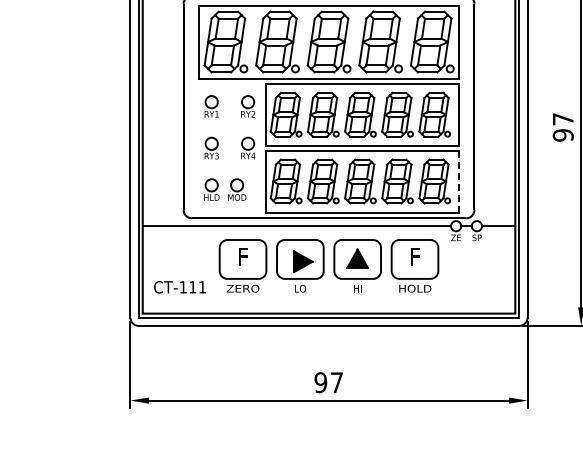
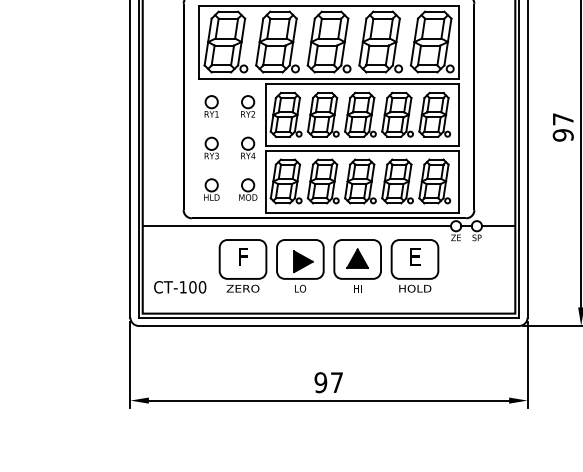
line at (458, 181): dashed -> solid
part at (237, 189) position: (237, 189) -> (248, 189)
text at (415, 256): F -> E
text at (197, 287): CT-111 -> CT-100
